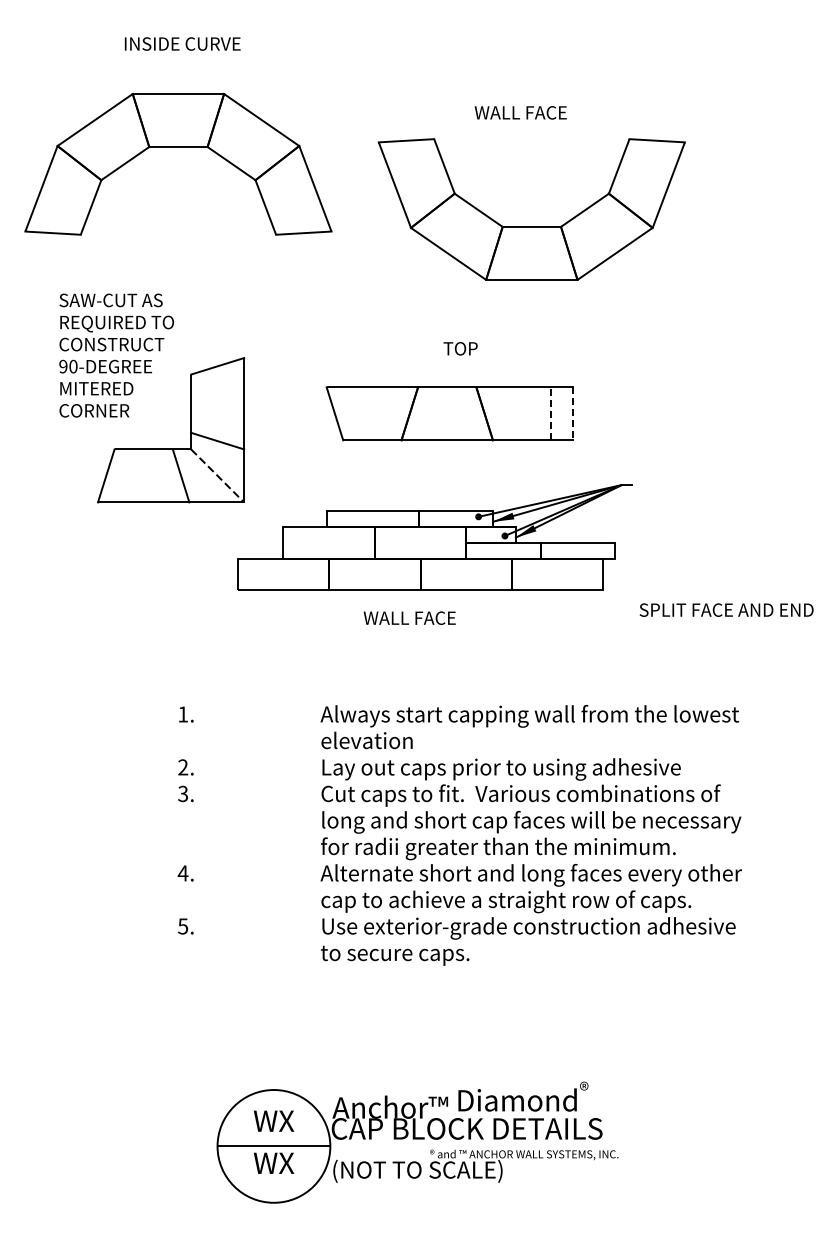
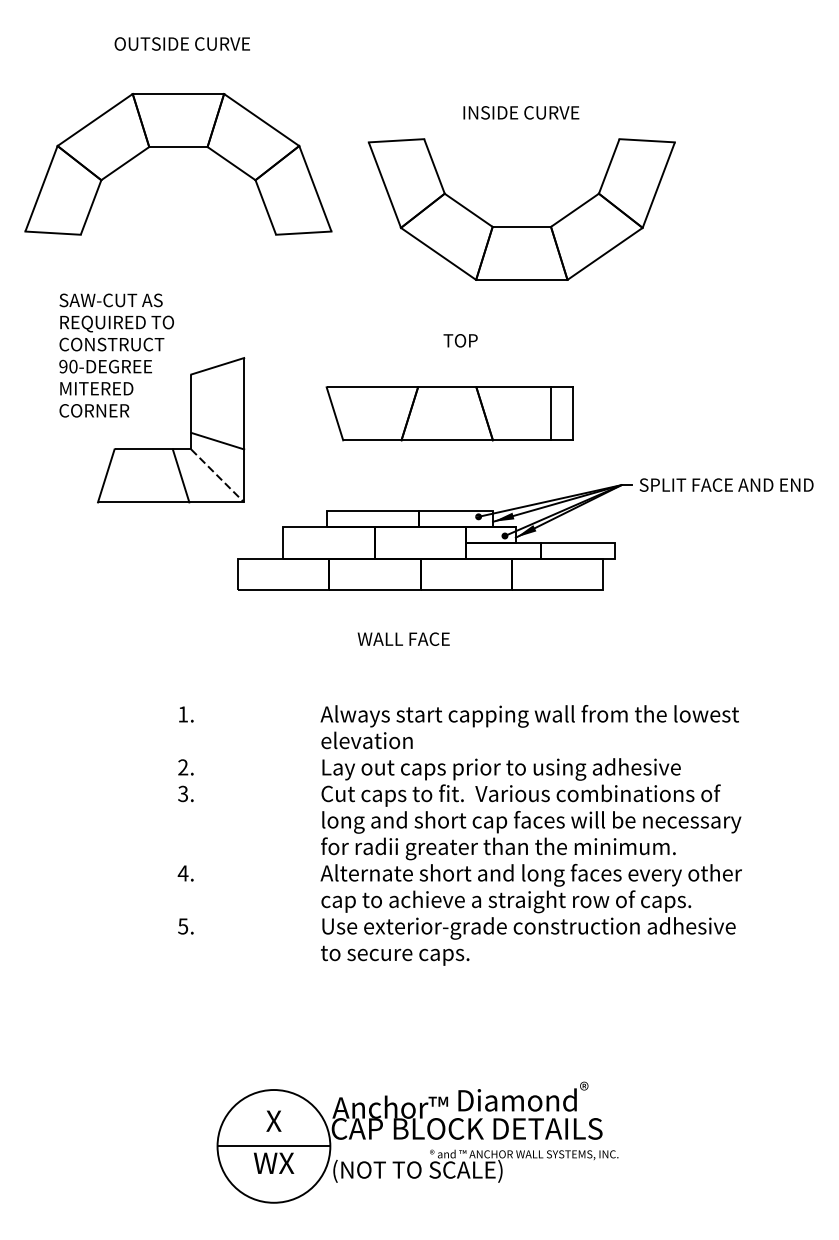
text at (181, 43): INSIDE CURVE -> OUTSIDE CURVE
text at (521, 112): WALL FACE -> INSIDE CURVE
part at (531, 226) position: (531, 226) -> (521, 226)
text at (460, 348) position: (460, 348) -> (460, 340)
line at (551, 413): dashed -> solid
line at (572, 414): dashed -> solid
text at (726, 609) position: (726, 609) -> (726, 484)
text at (409, 617) position: (409, 617) -> (403, 638)
text at (274, 1120): WX -> X
